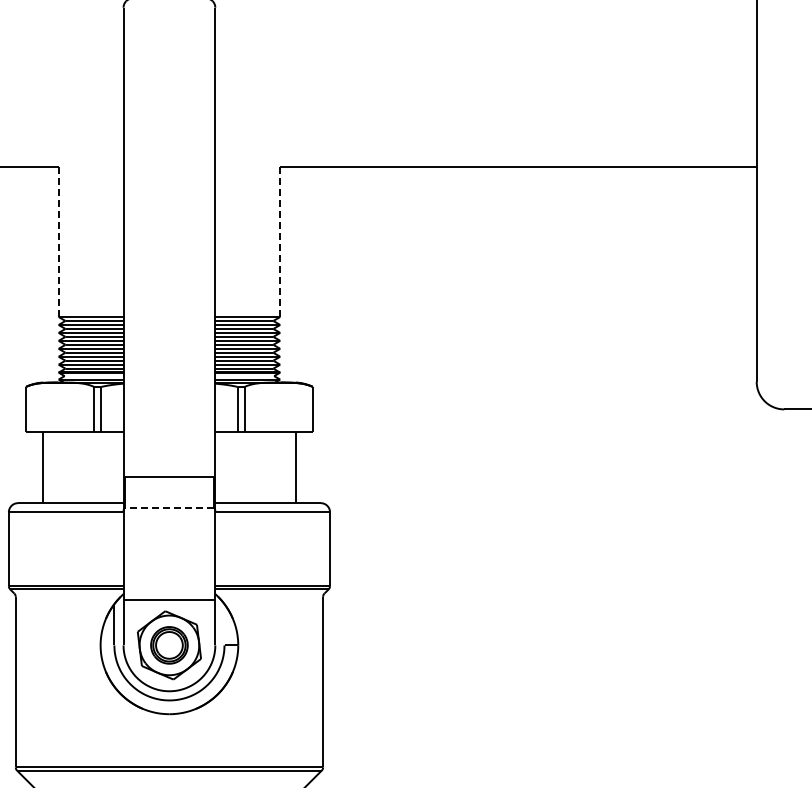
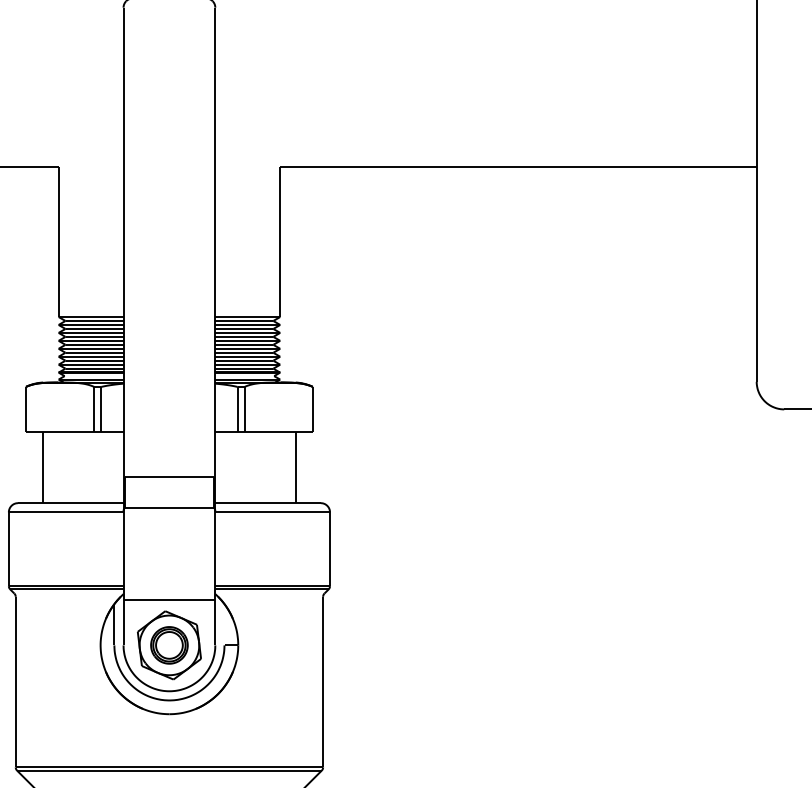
line at (58, 241): dashed -> solid
line at (280, 242): dashed -> solid
line at (169, 507): dashed -> solid
